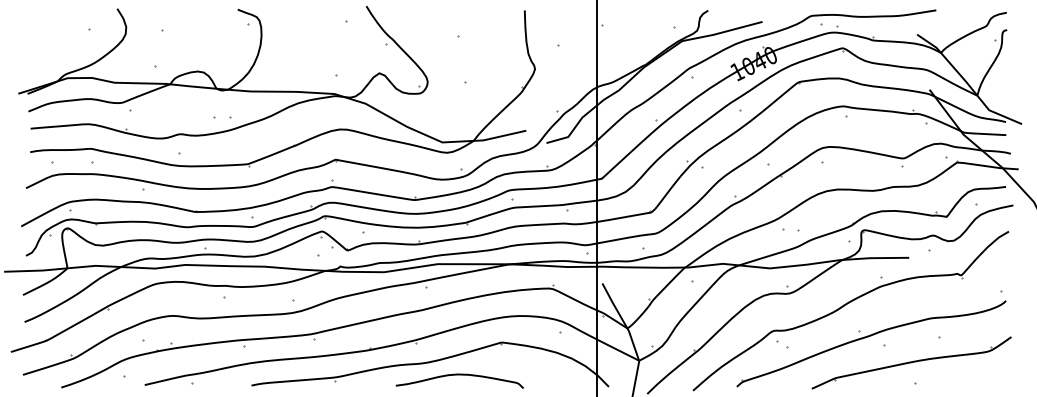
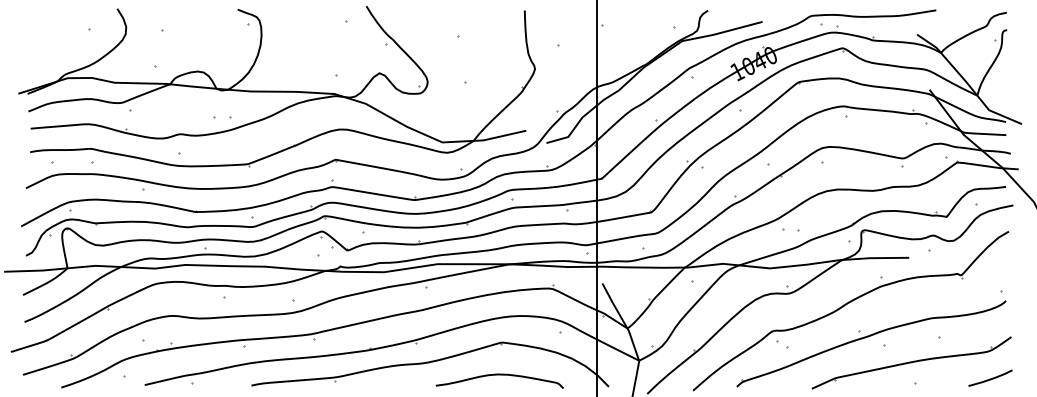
curve at (459, 375) position: (459, 375) -> (499, 375)
line at (990, 378): none -> present
